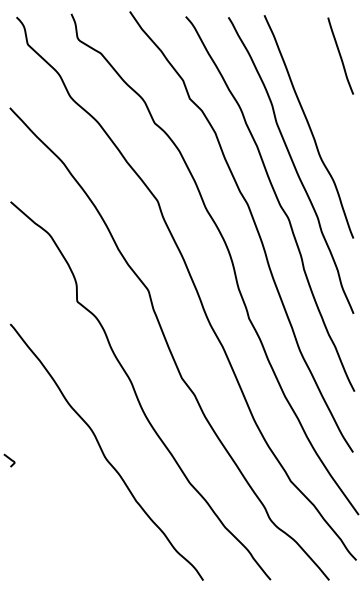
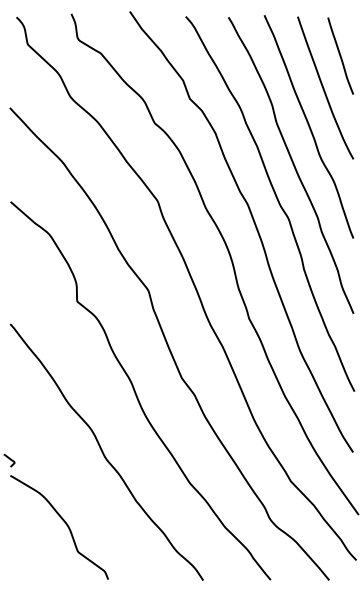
curve at (324, 88): none -> present
curve at (65, 524): none -> present
